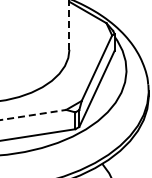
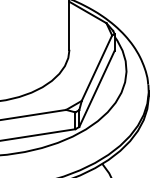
line at (69, 24): dashed -> solid
line at (33, 114): dashed -> solid
